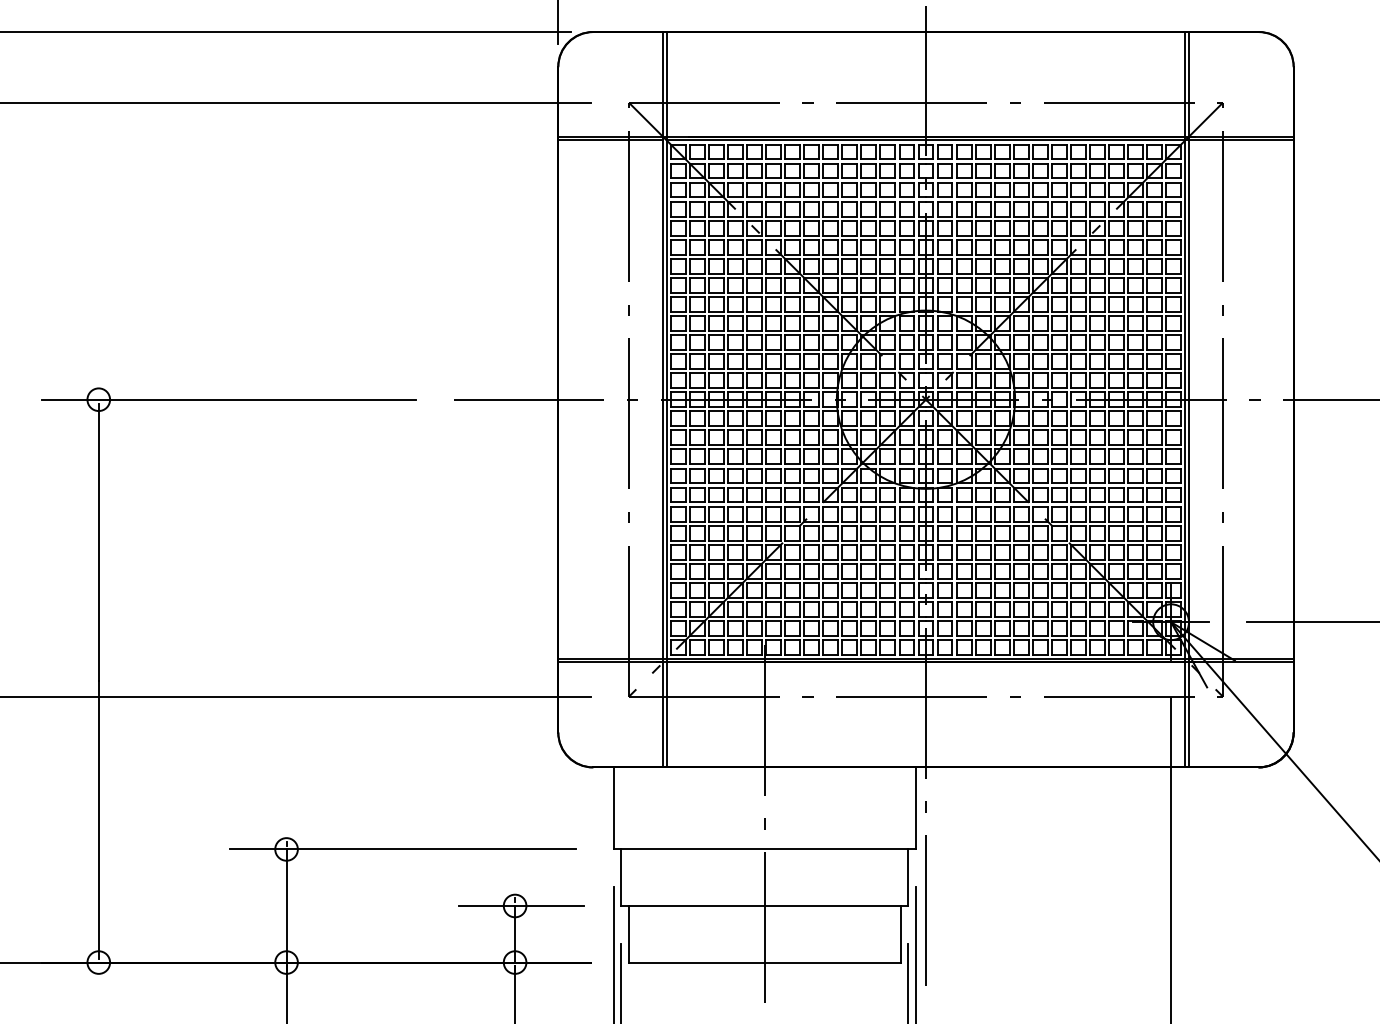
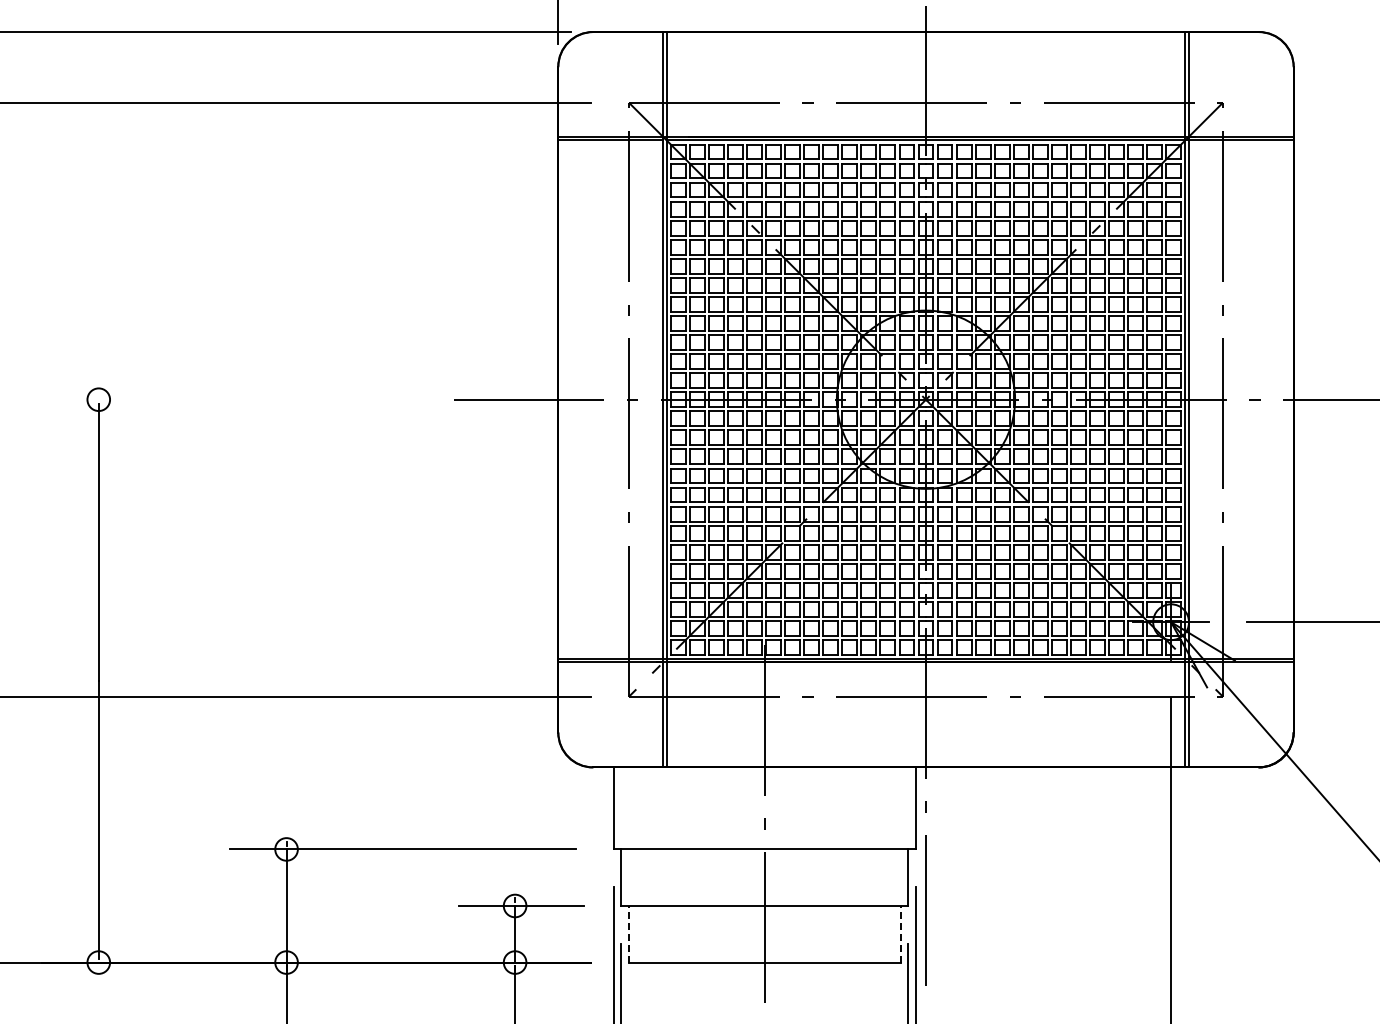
line at (228, 399): present -> none
line at (629, 933): solid -> dashed
line at (900, 933): solid -> dashed
